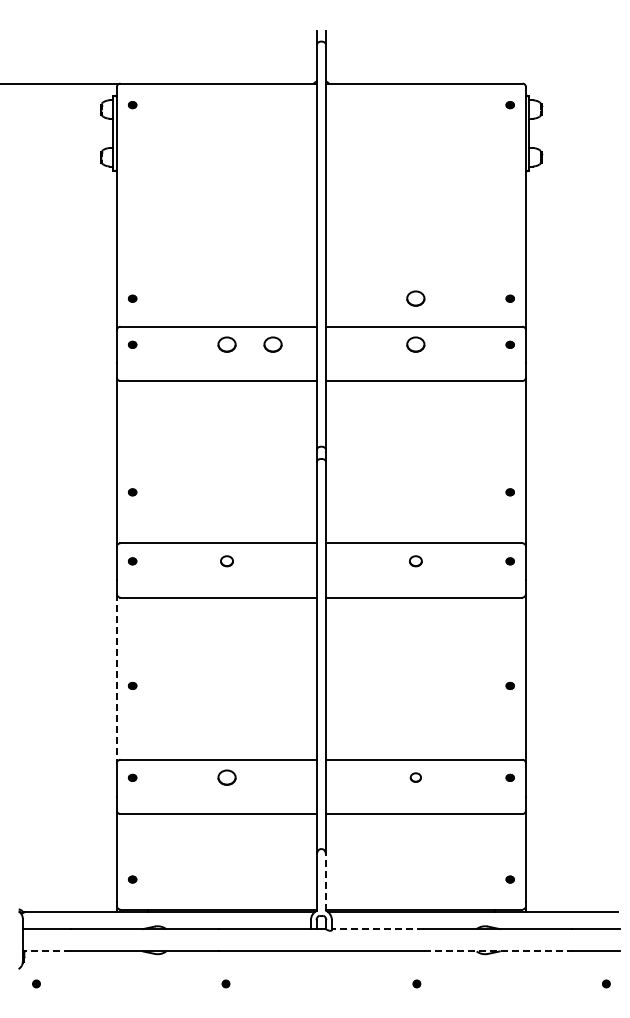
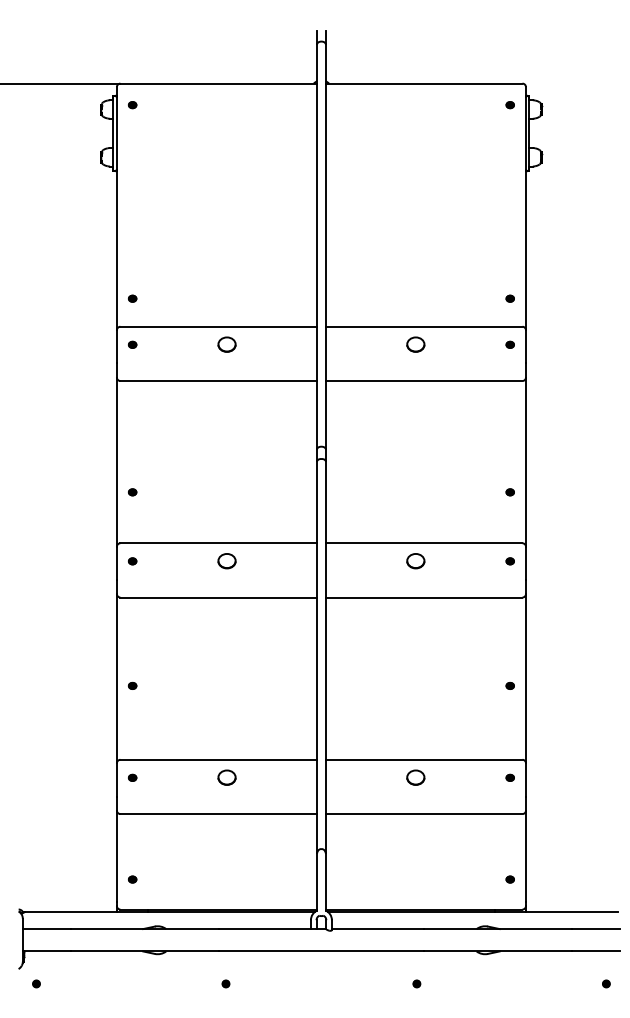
part at (415, 298): present -> none
part at (272, 344): present -> none
part at (226, 561) size: 14x13 px -> 20x17 px
part at (415, 561) size: 14x13 px -> 20x17 px
line at (116, 678): dashed -> solid
part at (415, 777) size: 13x11 px -> 20x17 px
line at (325, 881): dashed -> solid
line at (377, 929): dashed -> solid
line at (46, 951): dashed -> solid
line at (497, 951): dashed -> solid
